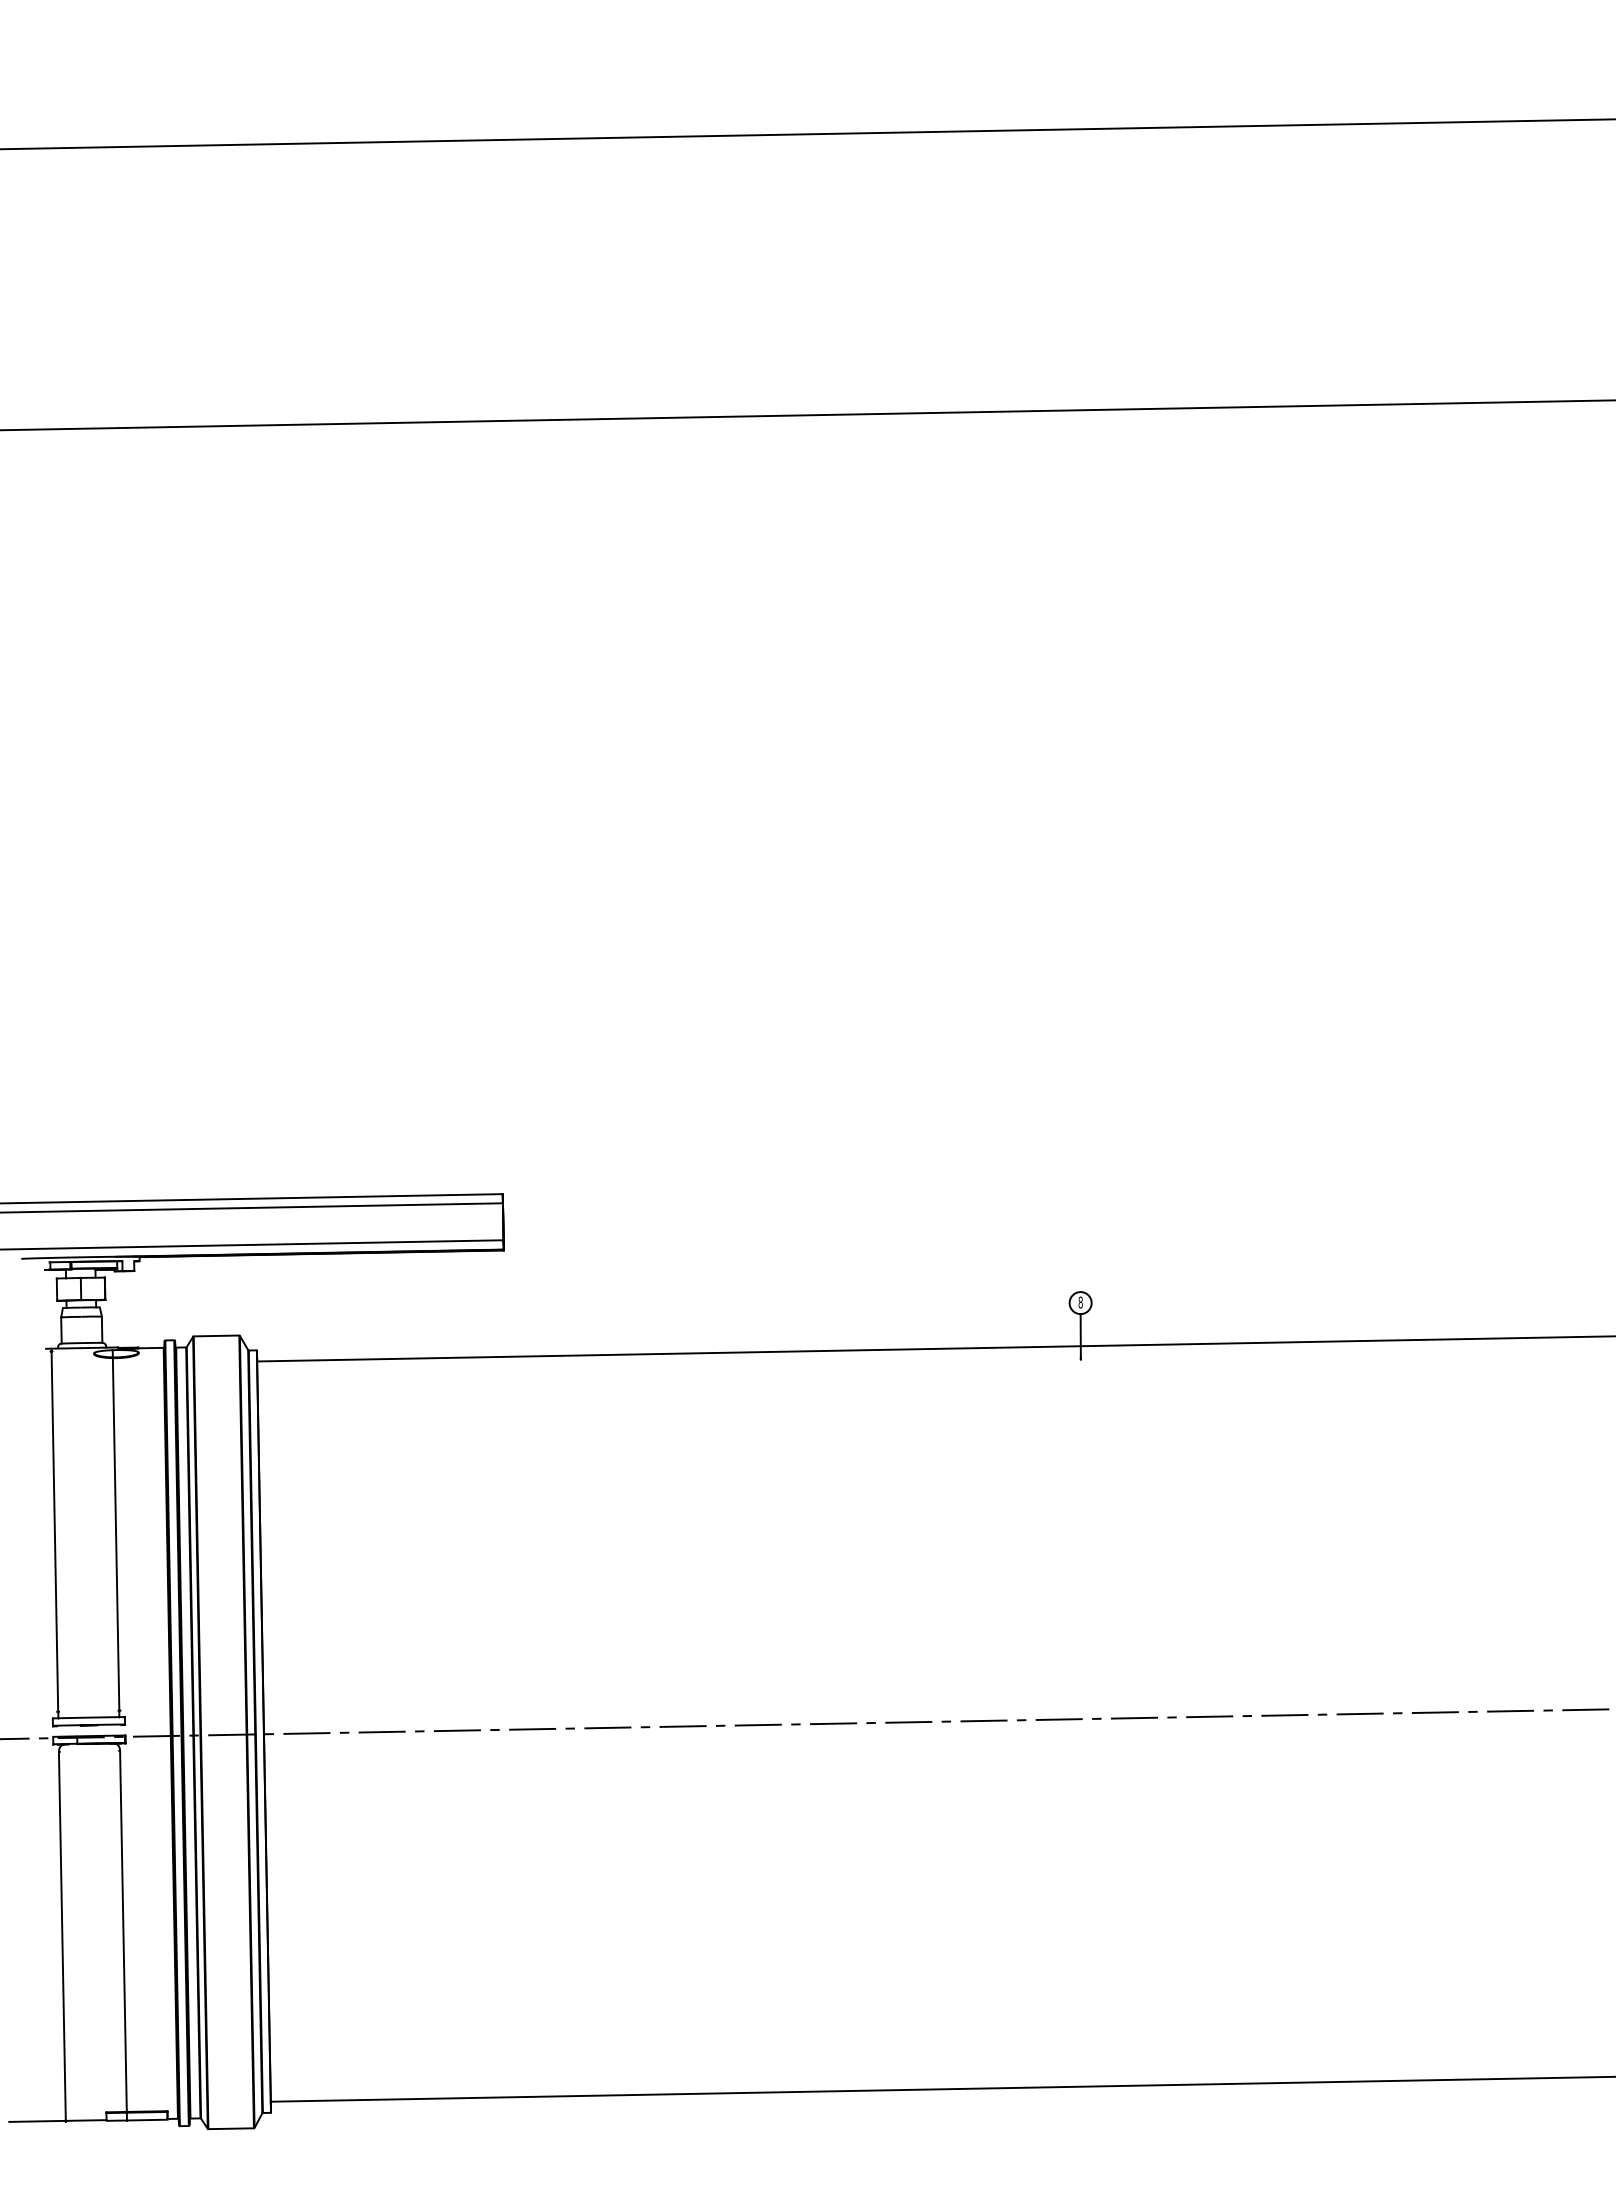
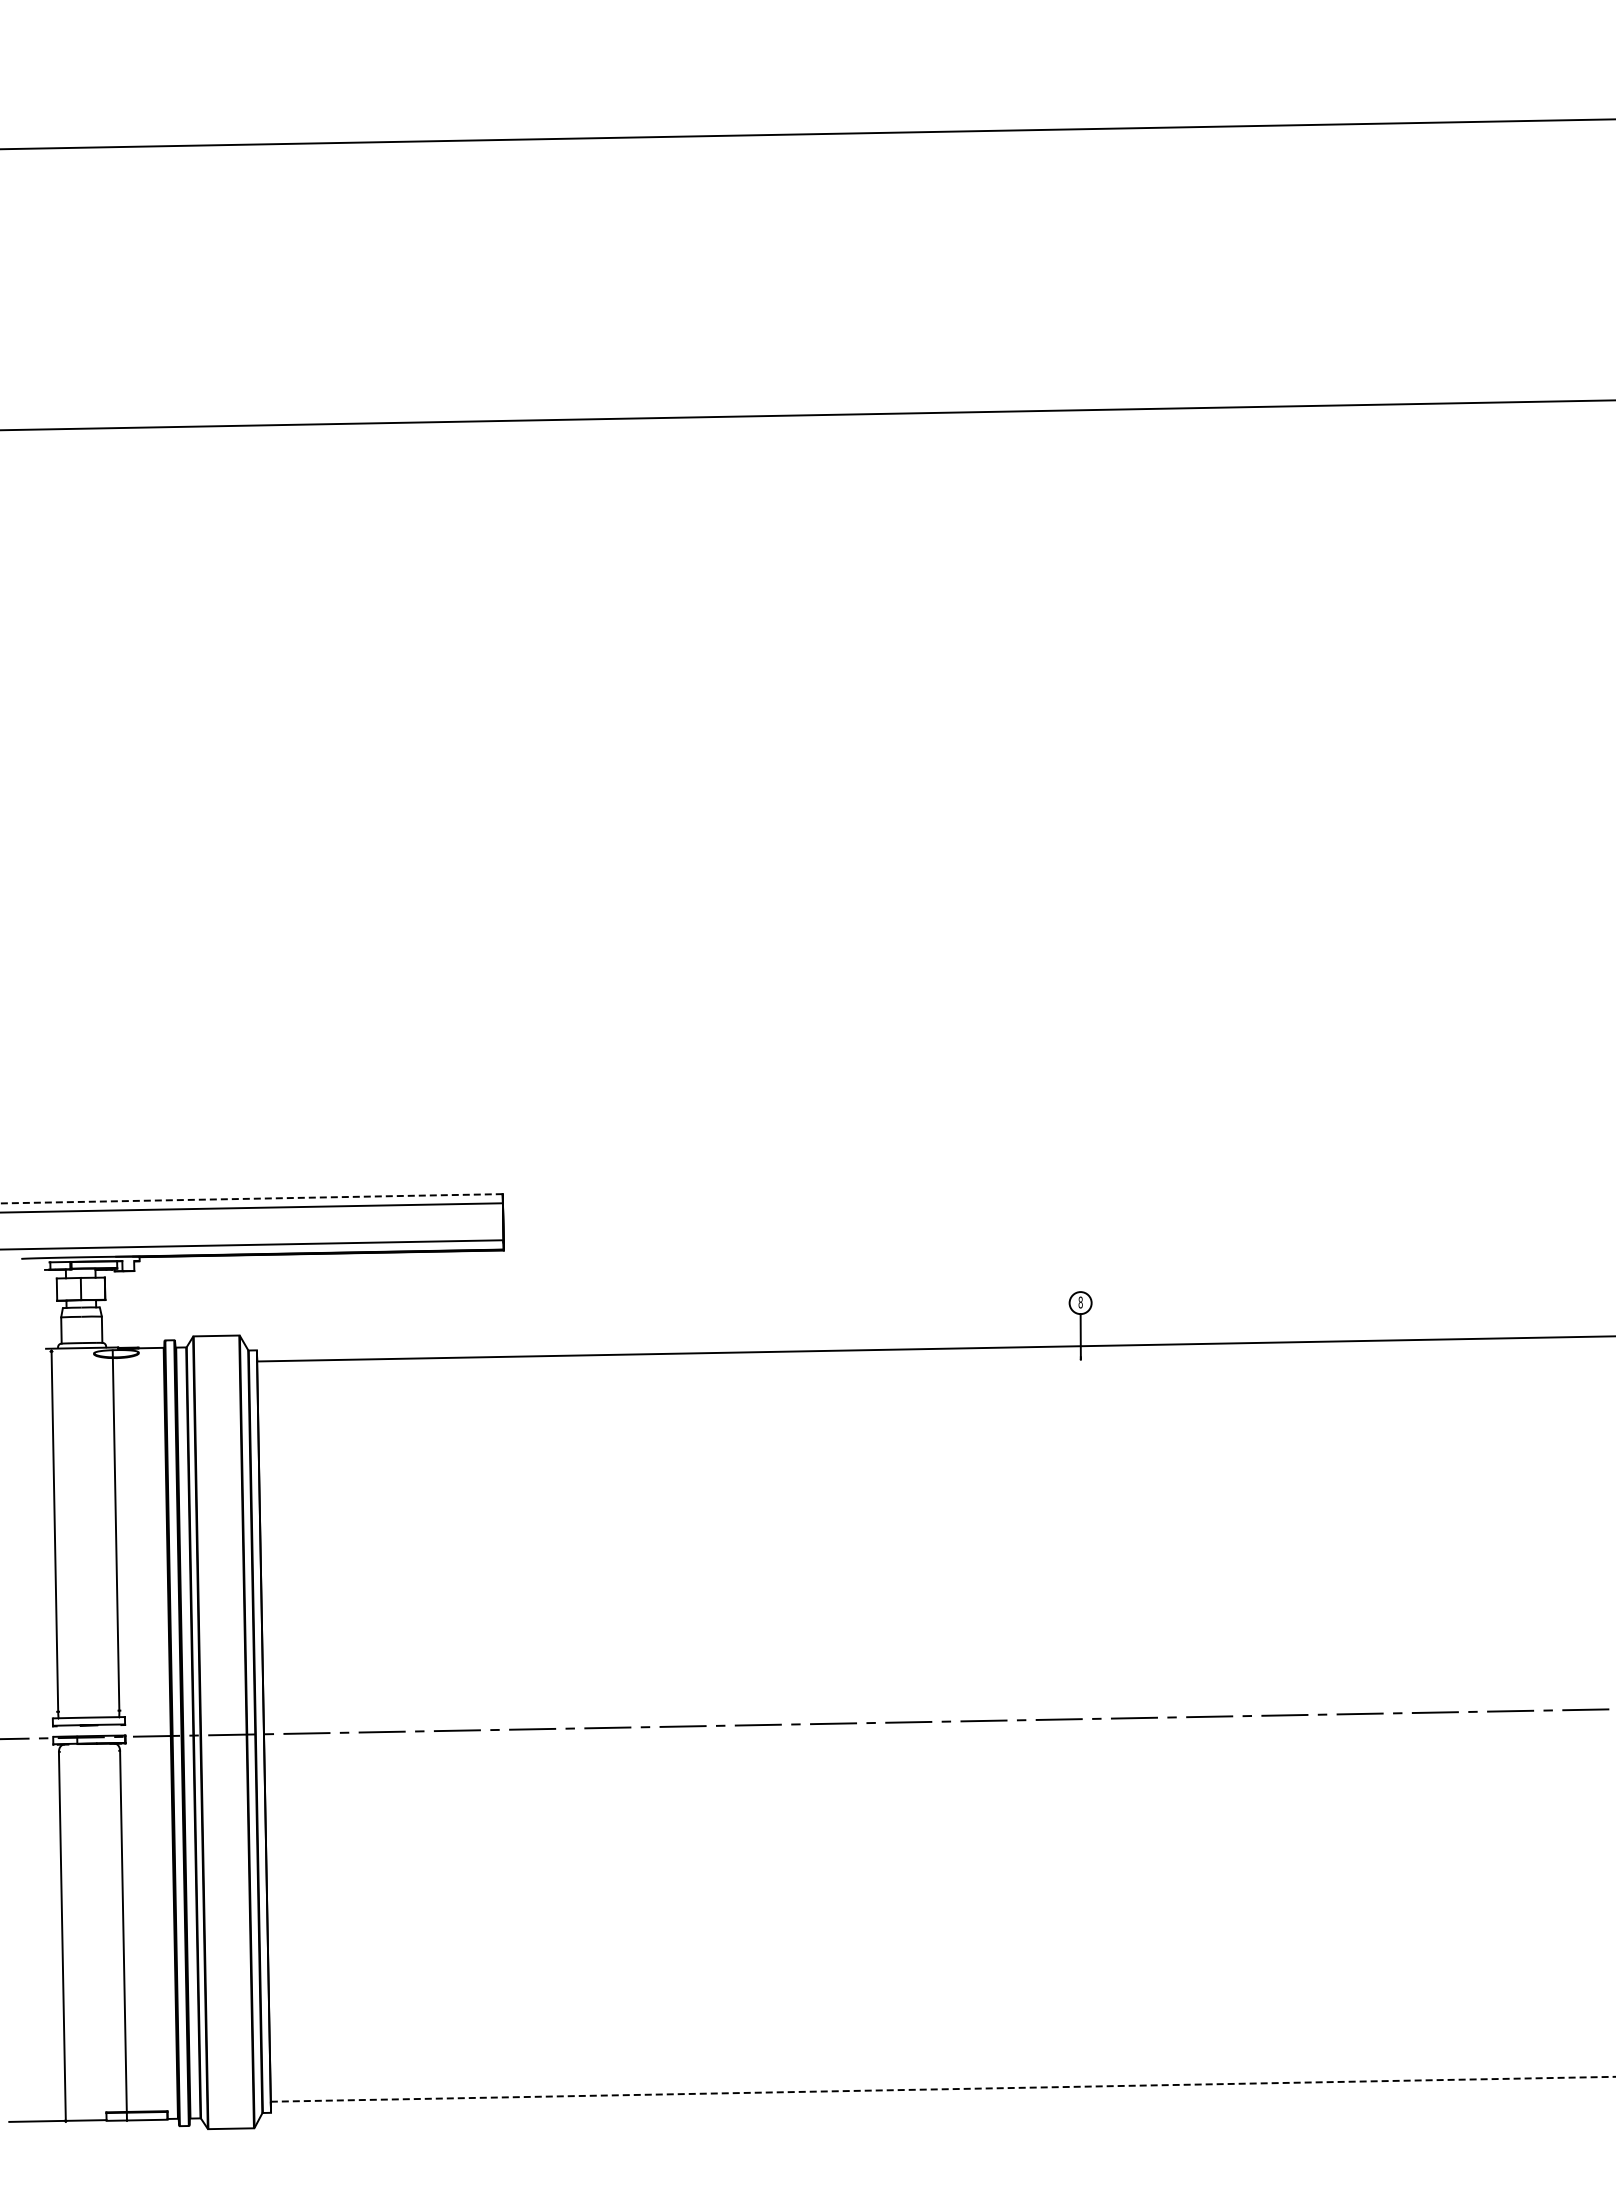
line at (251, 1198): solid -> dashed
line at (943, 2089): solid -> dashed
